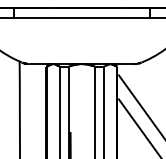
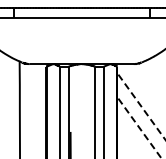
line at (141, 107): solid -> dashed
line at (140, 128): solid -> dashed
